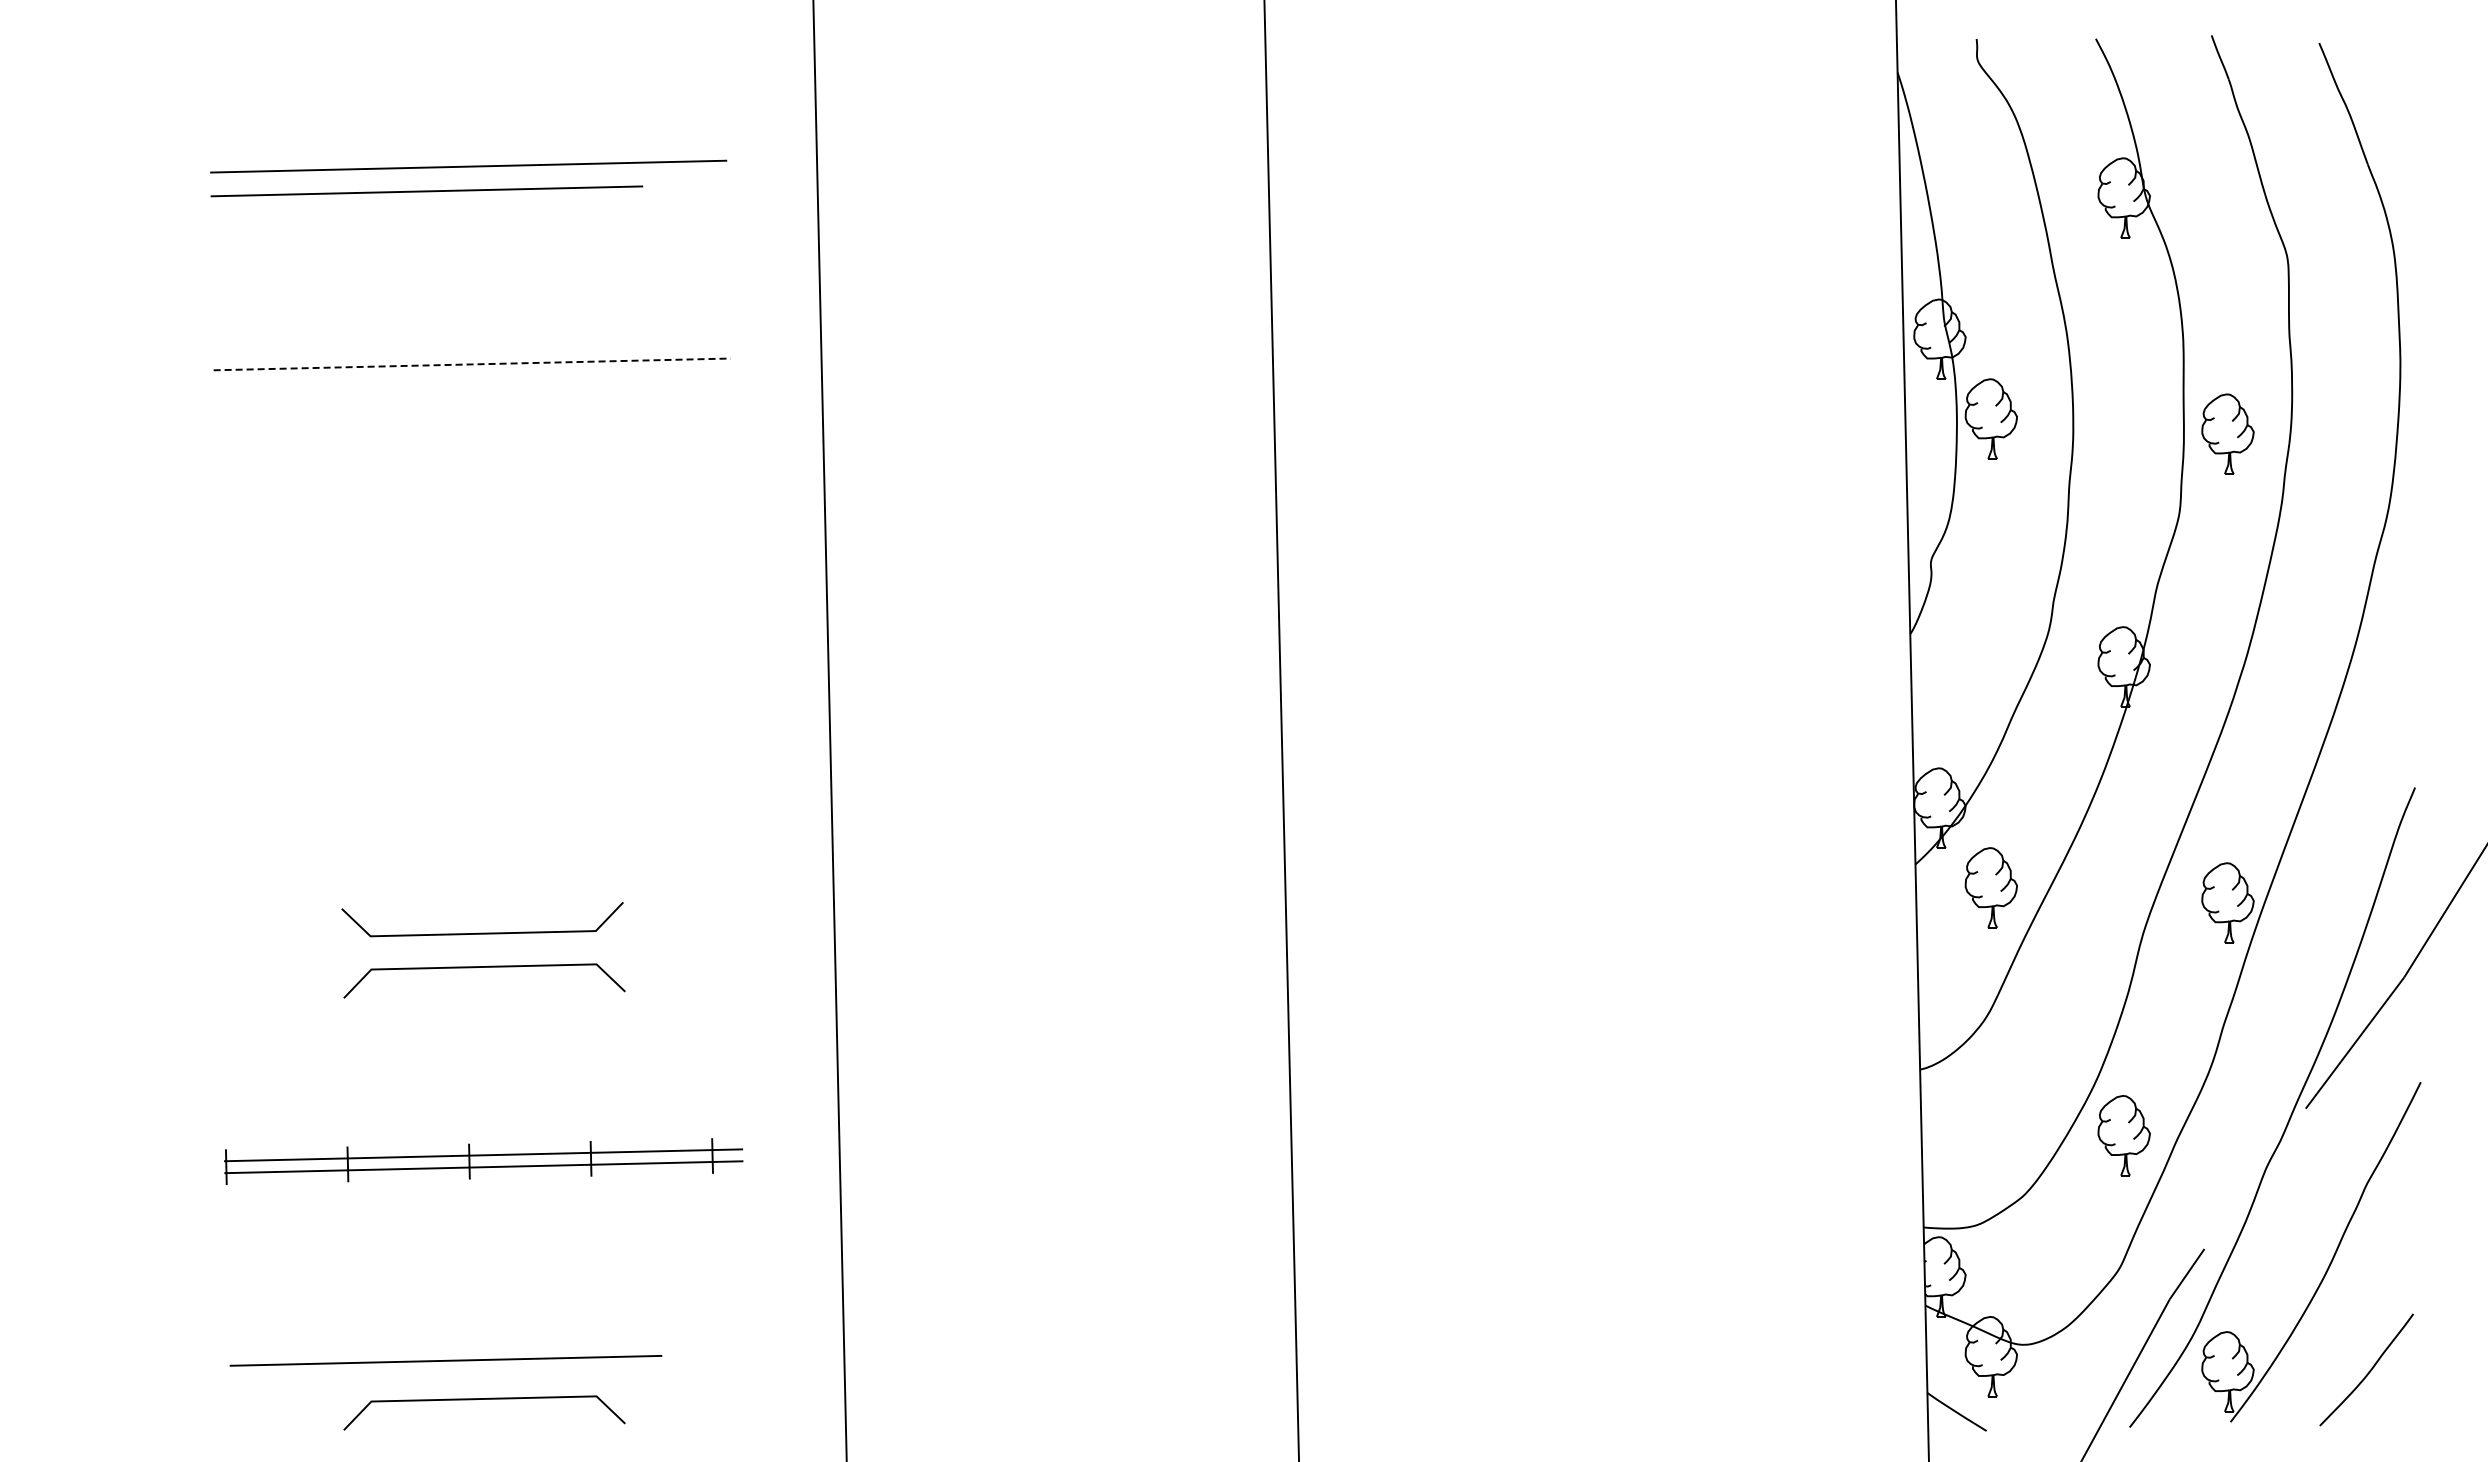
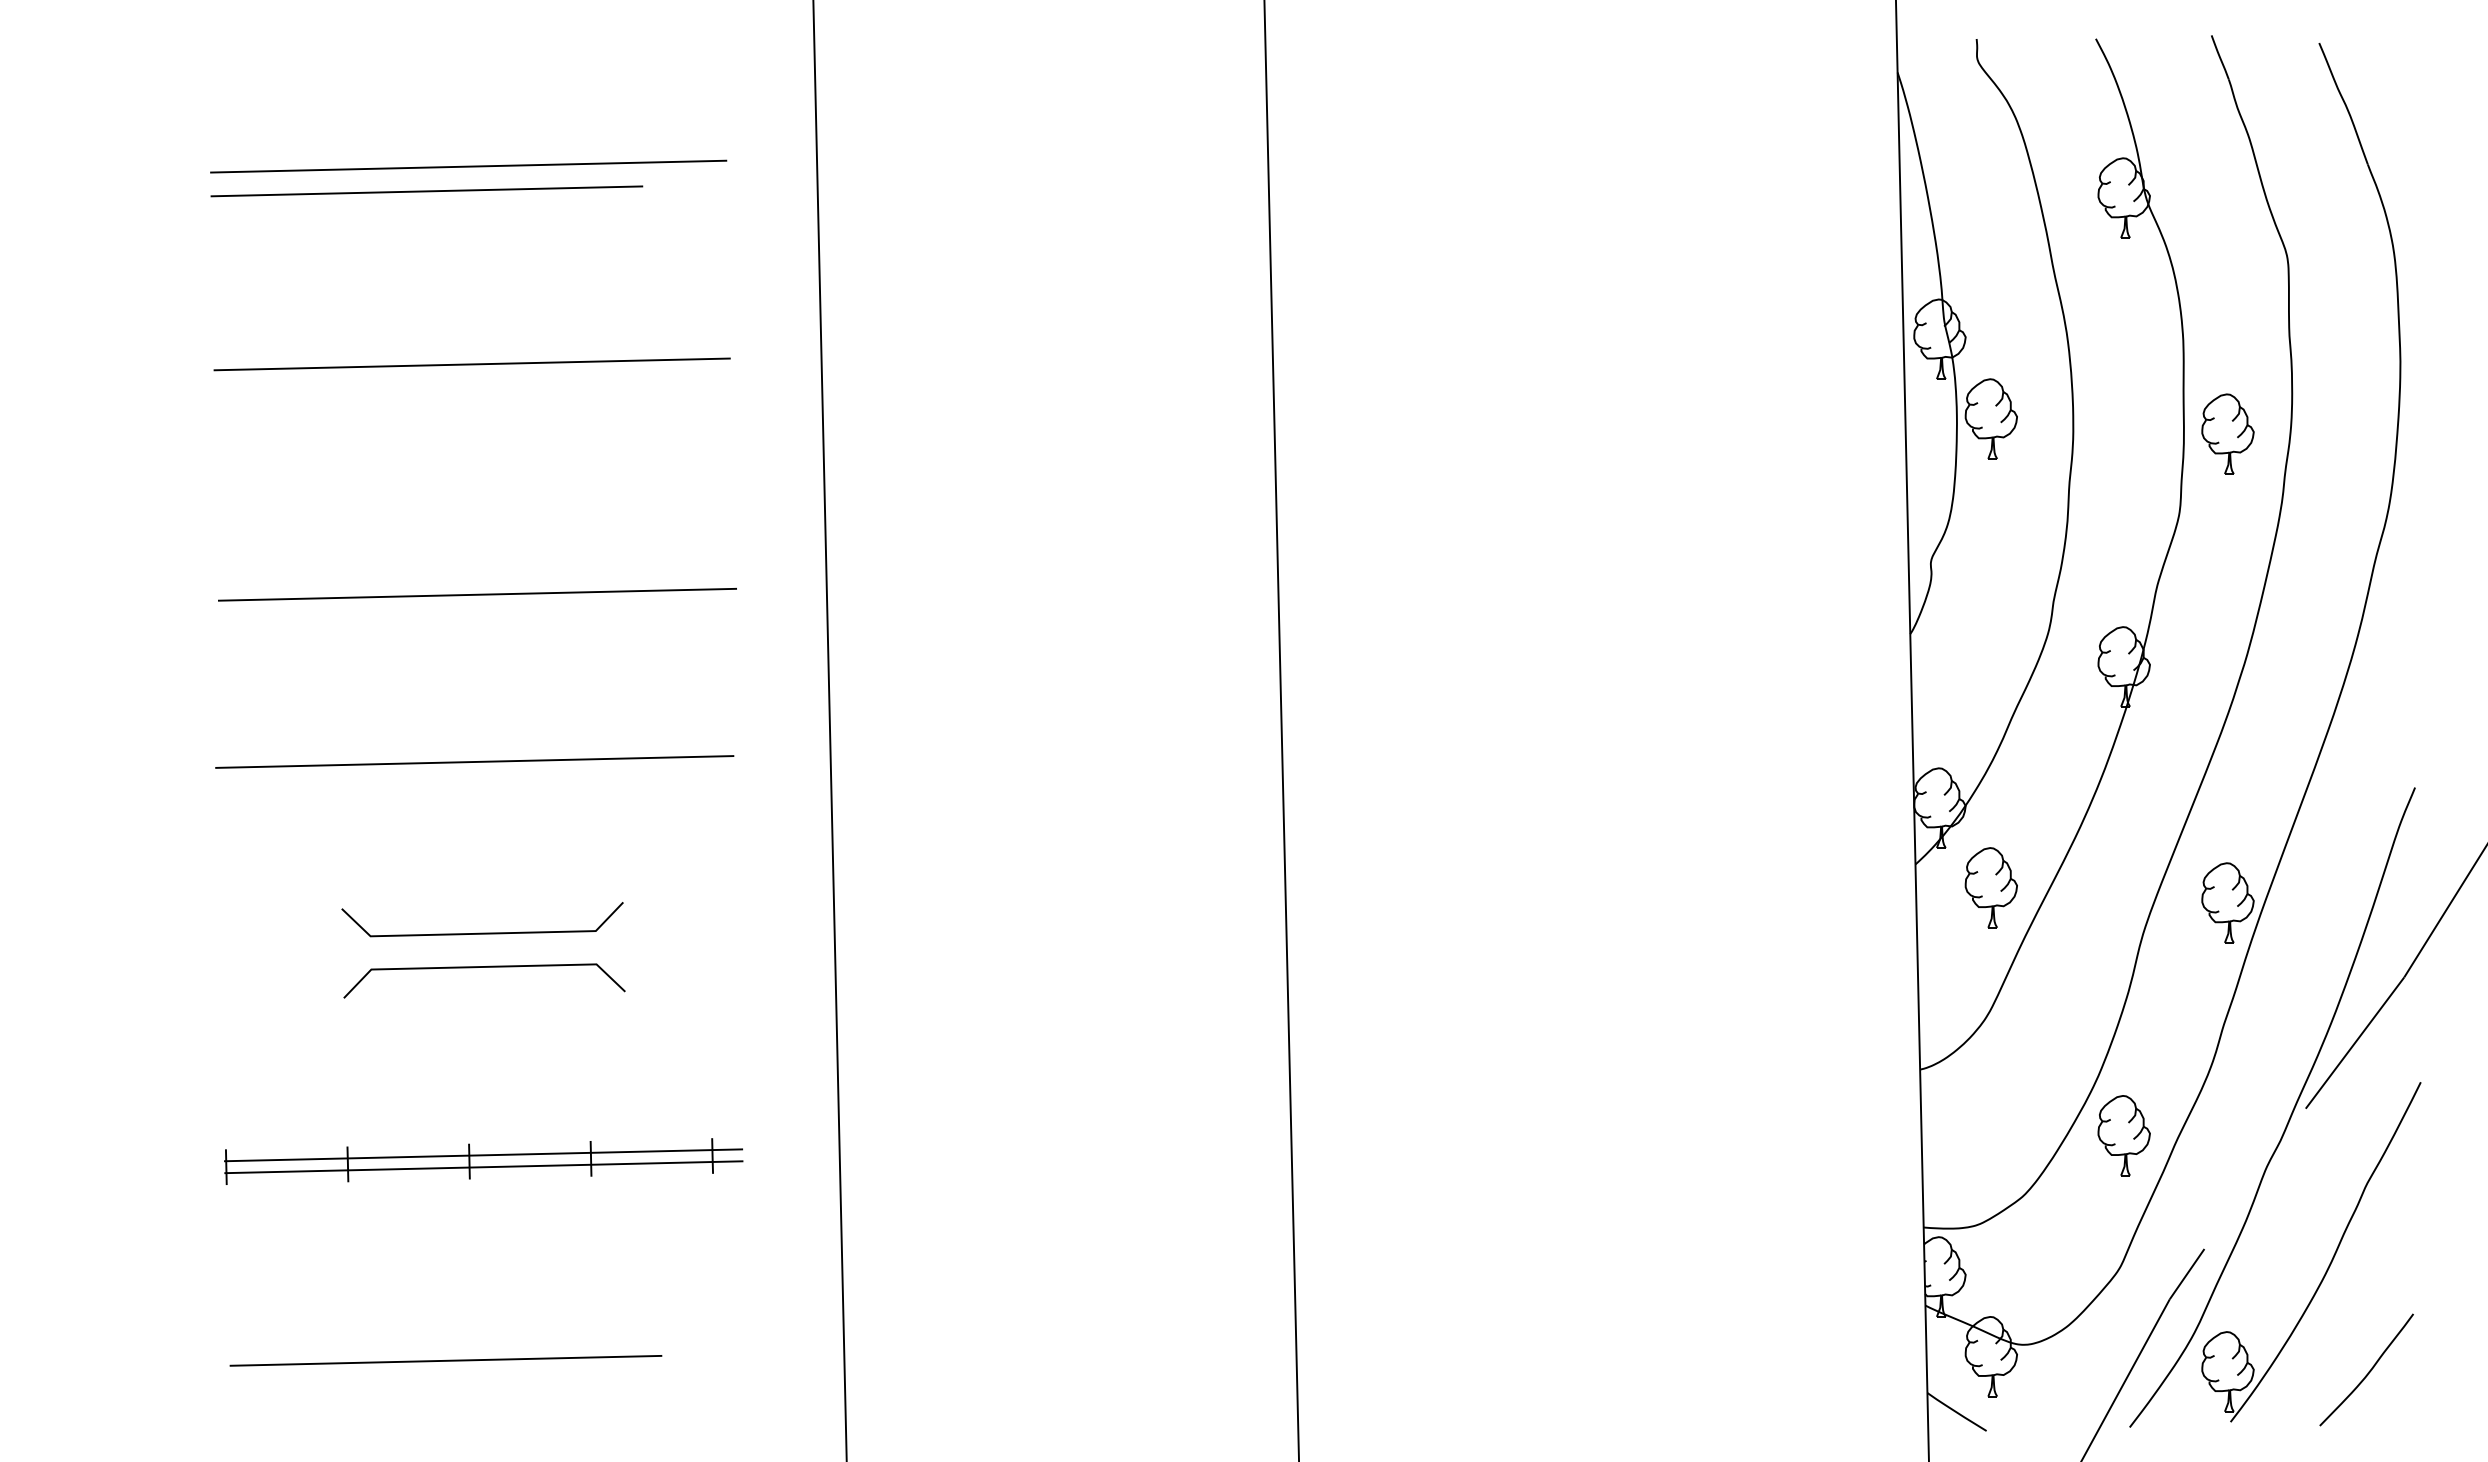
line at (472, 364): dashed -> solid
line at (477, 594): none -> present
line at (474, 761): none -> present
line at (484, 1399): present -> none
